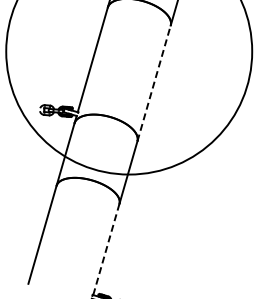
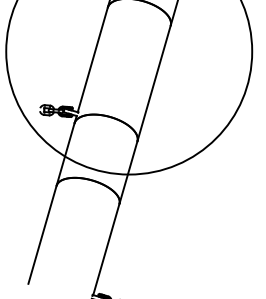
line at (154, 82): dashed -> solid
line at (106, 249): dashed -> solid
